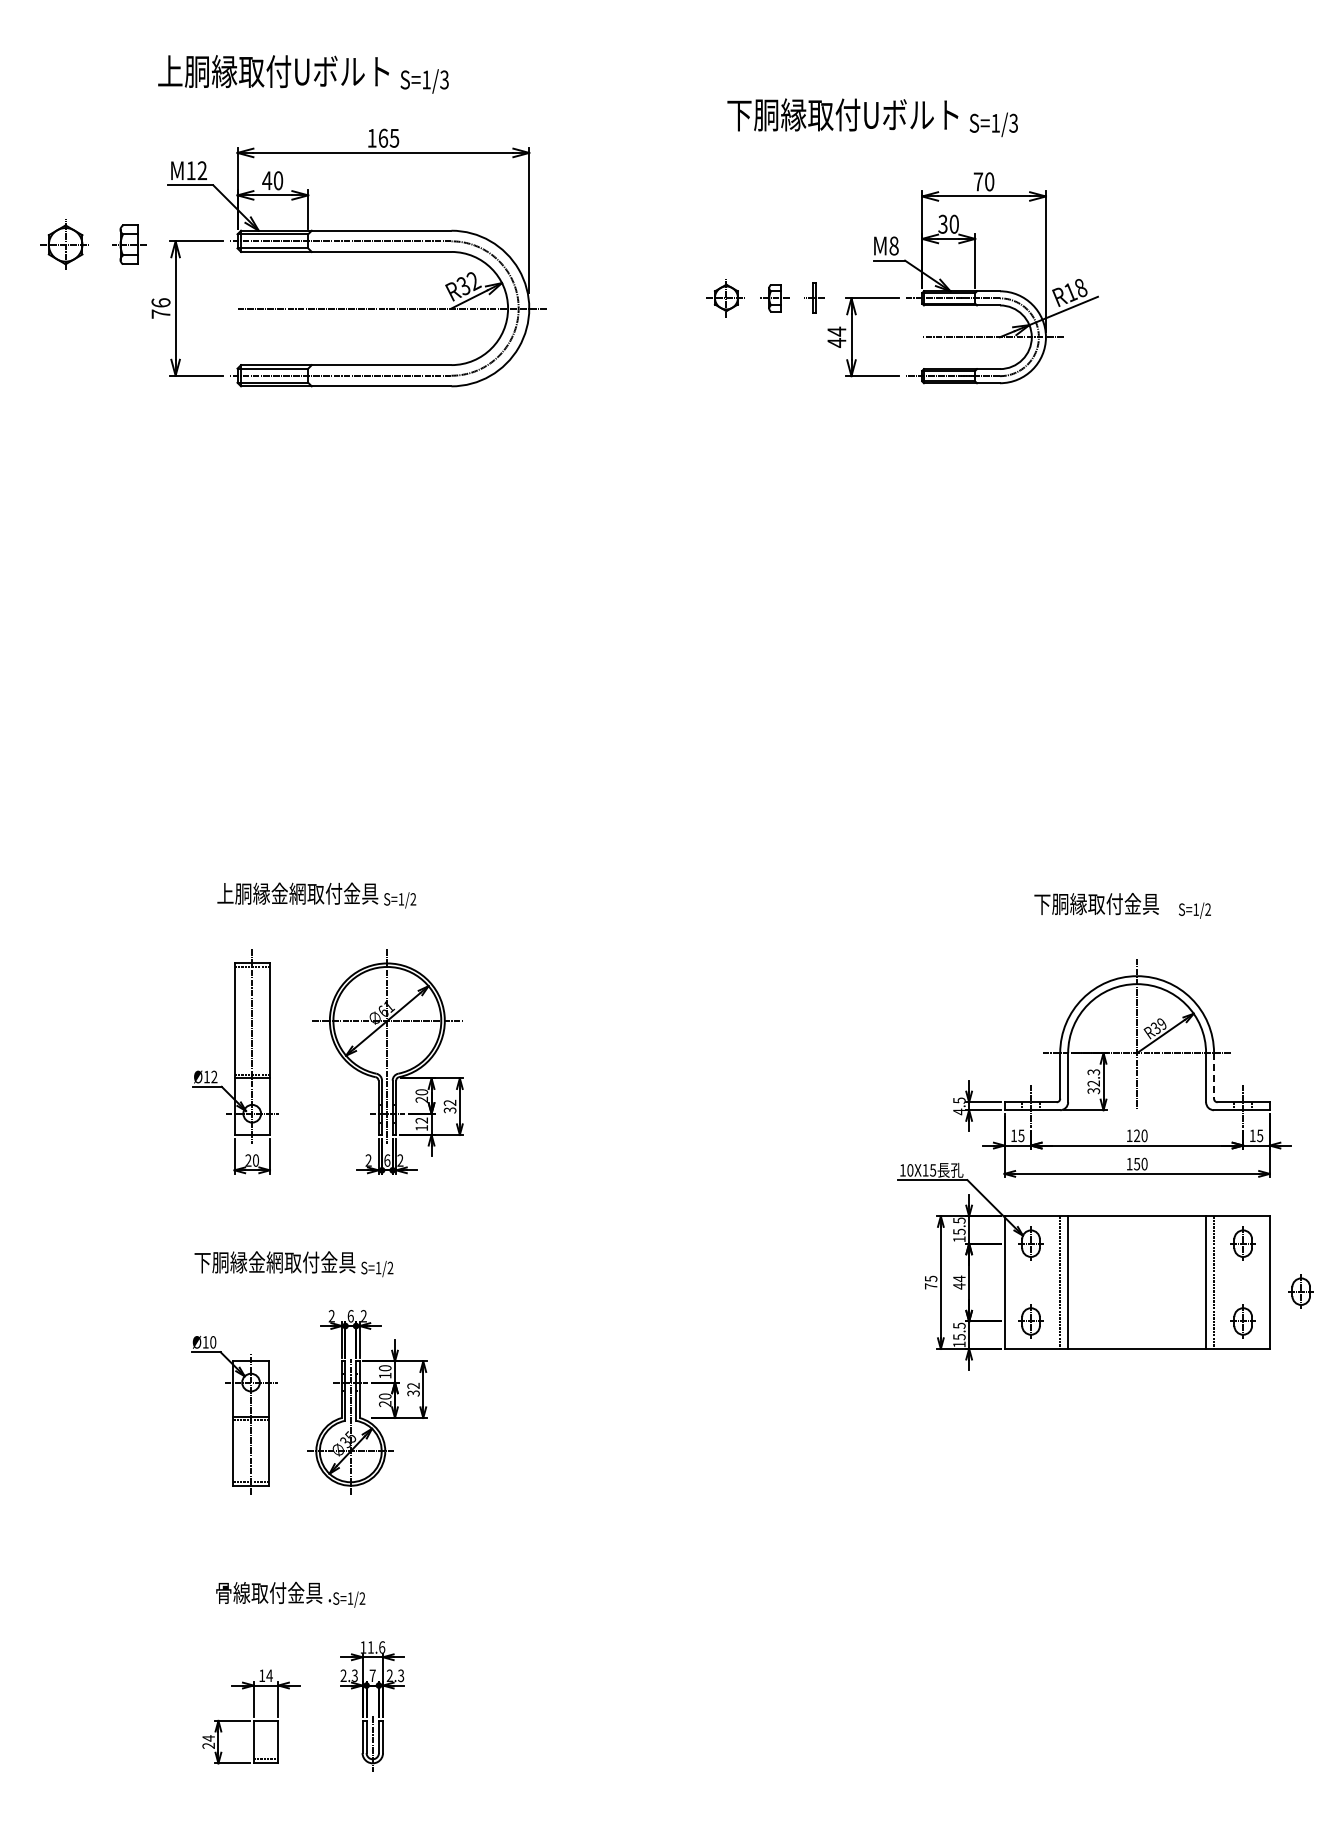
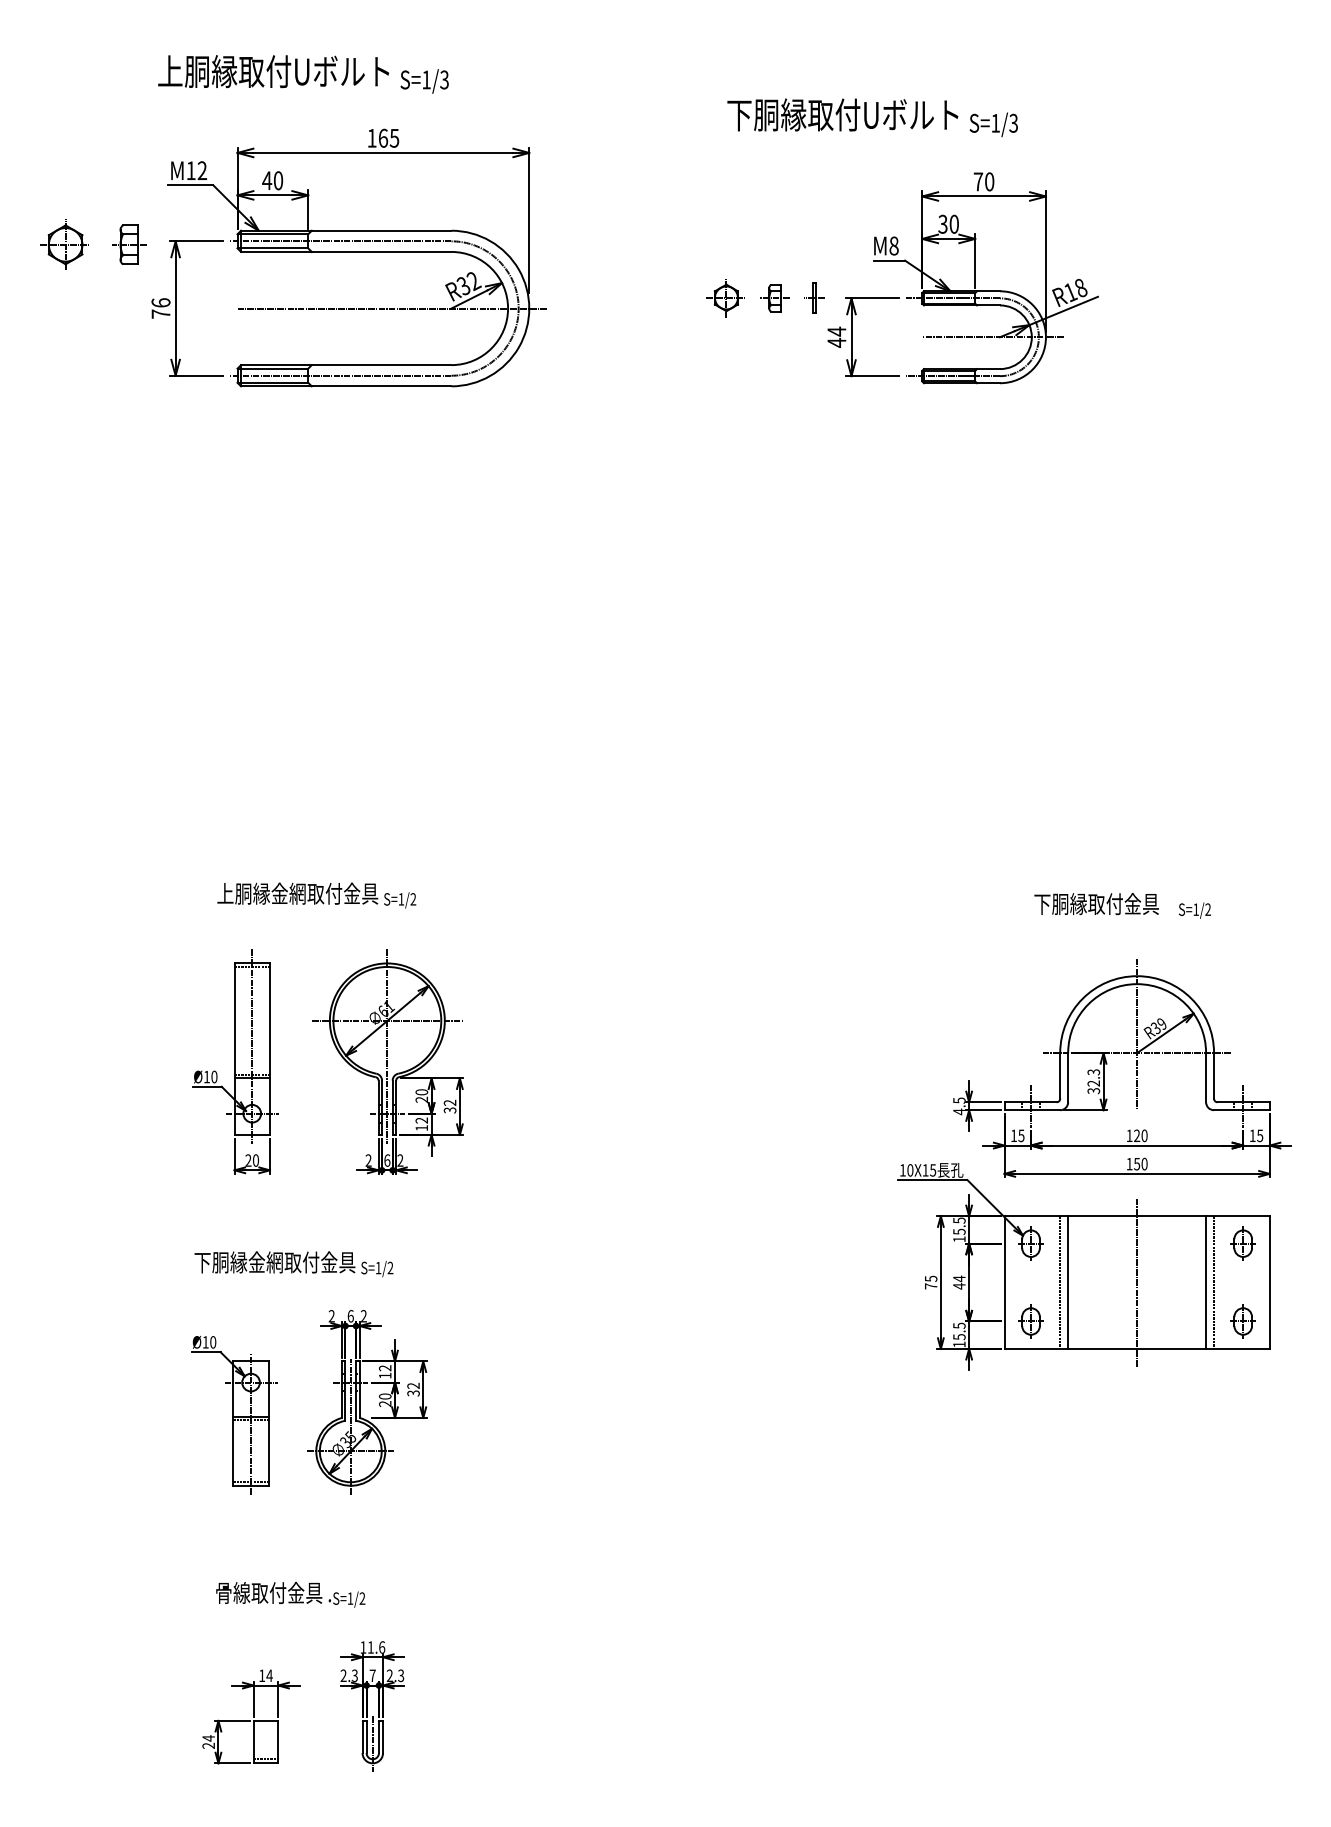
line at (1214, 1075): dashed -> solid
text at (214, 1076): Ø12 -> Ø10
line at (1137, 1282): none -> present
part at (1300, 1291): present -> none
text at (385, 1368): 10 -> 12
